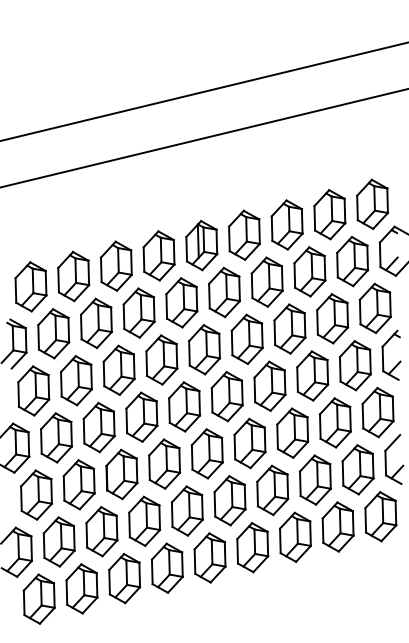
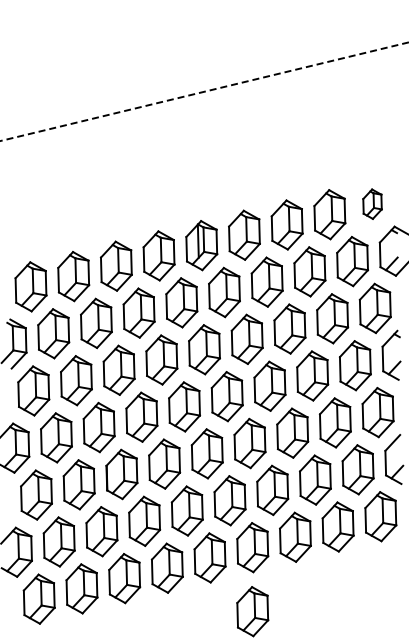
line at (204, 91): solid -> dashed
line at (203, 138): present -> none
part at (372, 203) size: 33x52 px -> 21x32 px
part at (252, 611): none -> present
